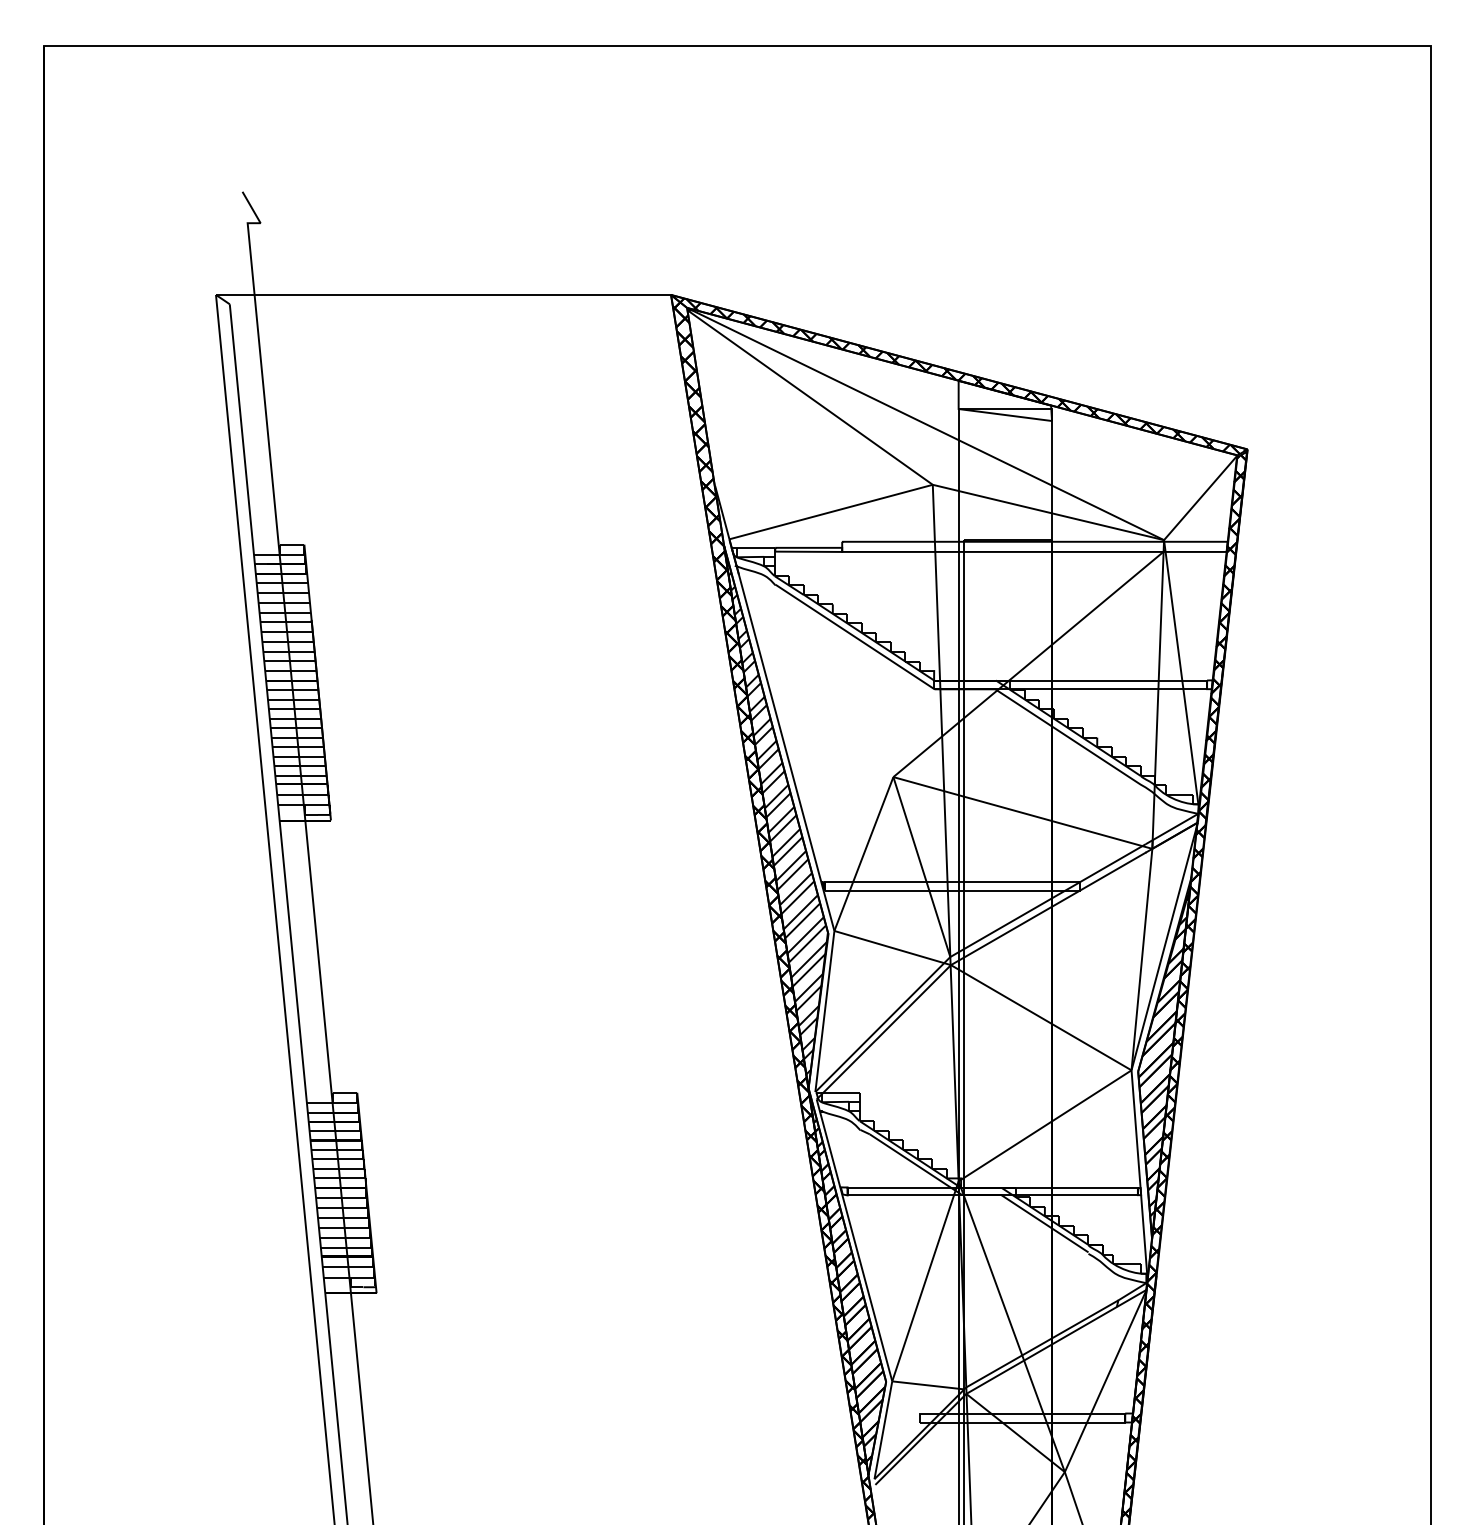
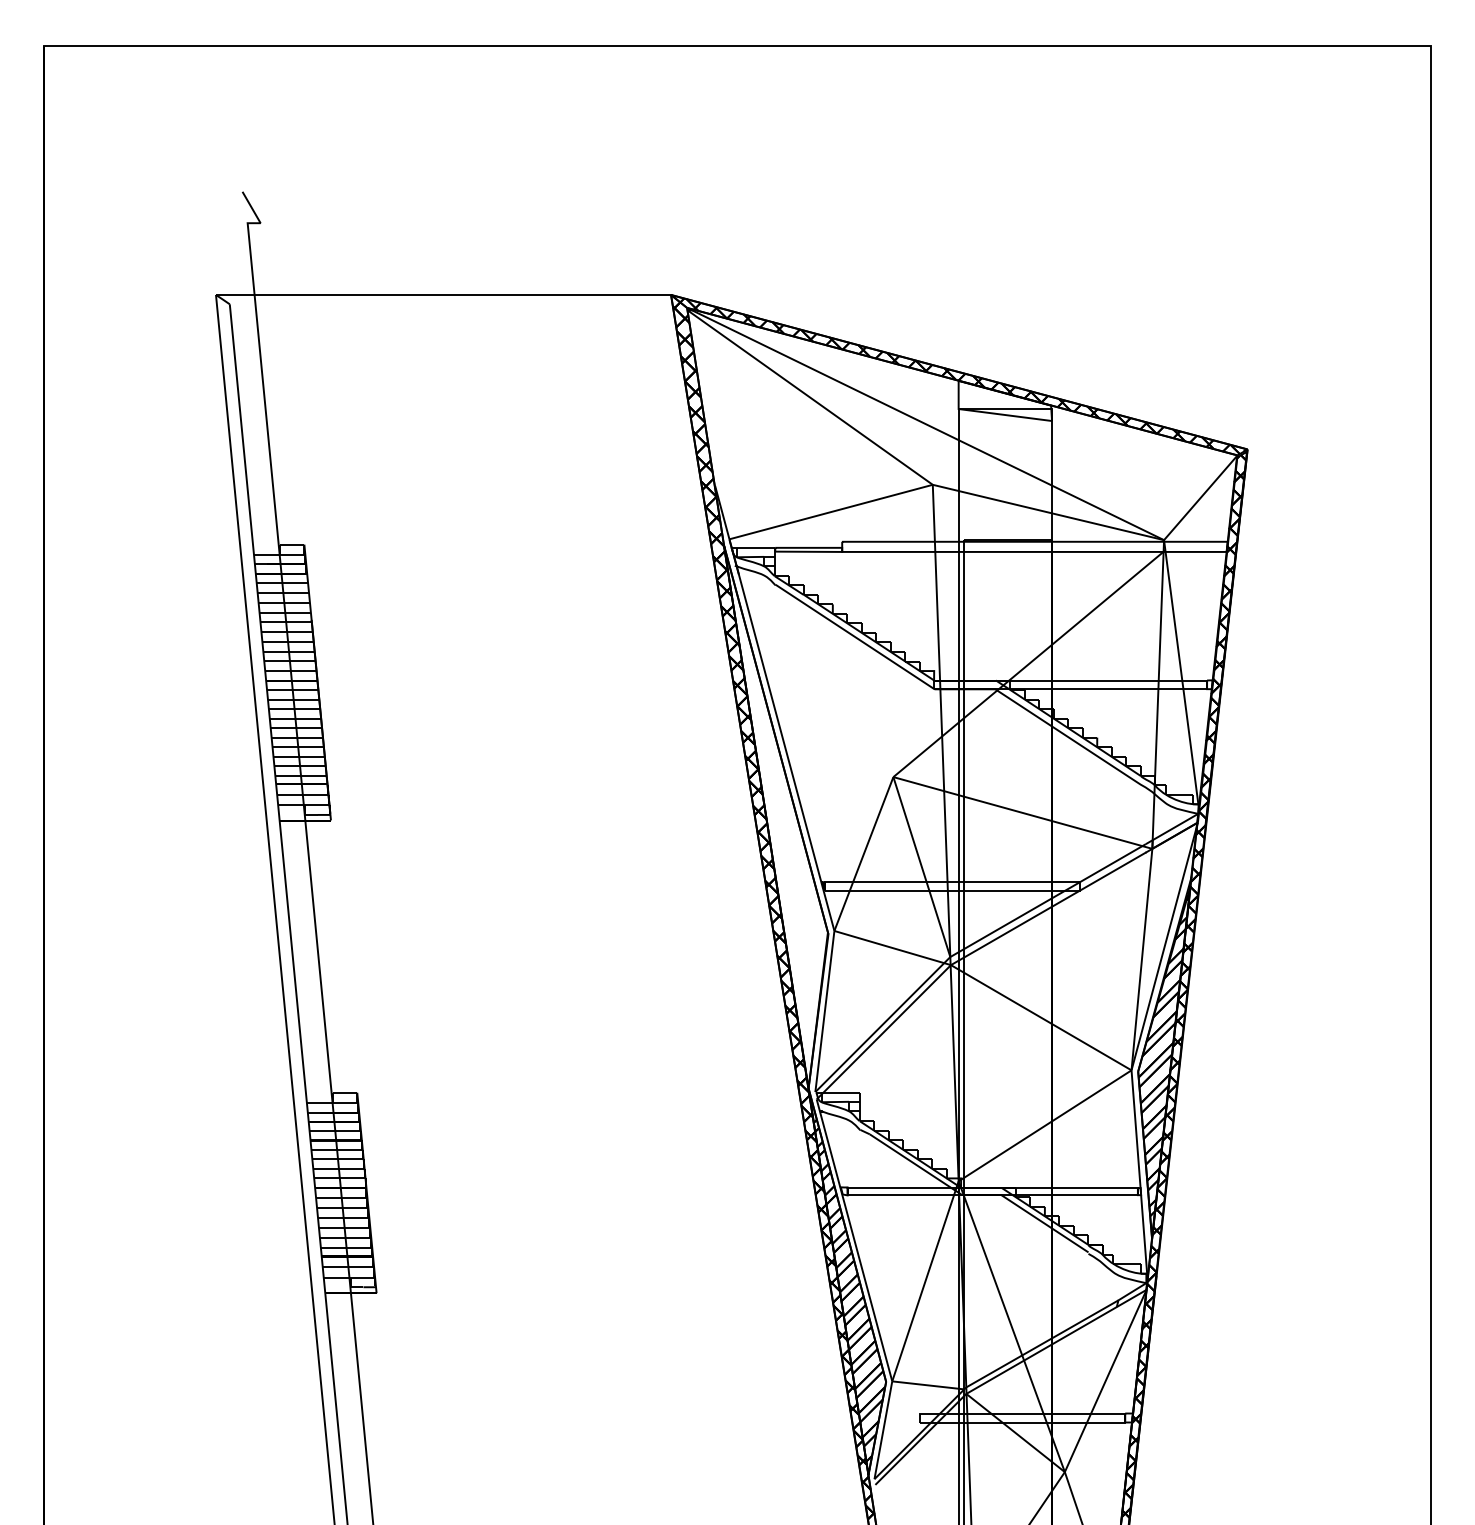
hatch at (775, 816): present -> none
